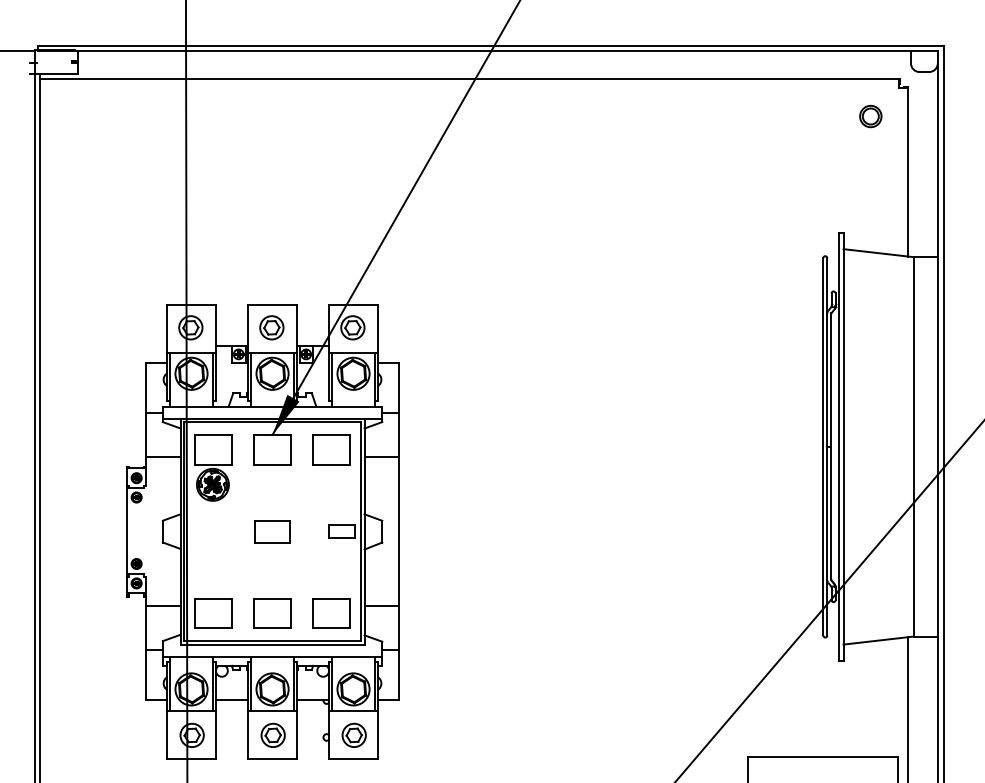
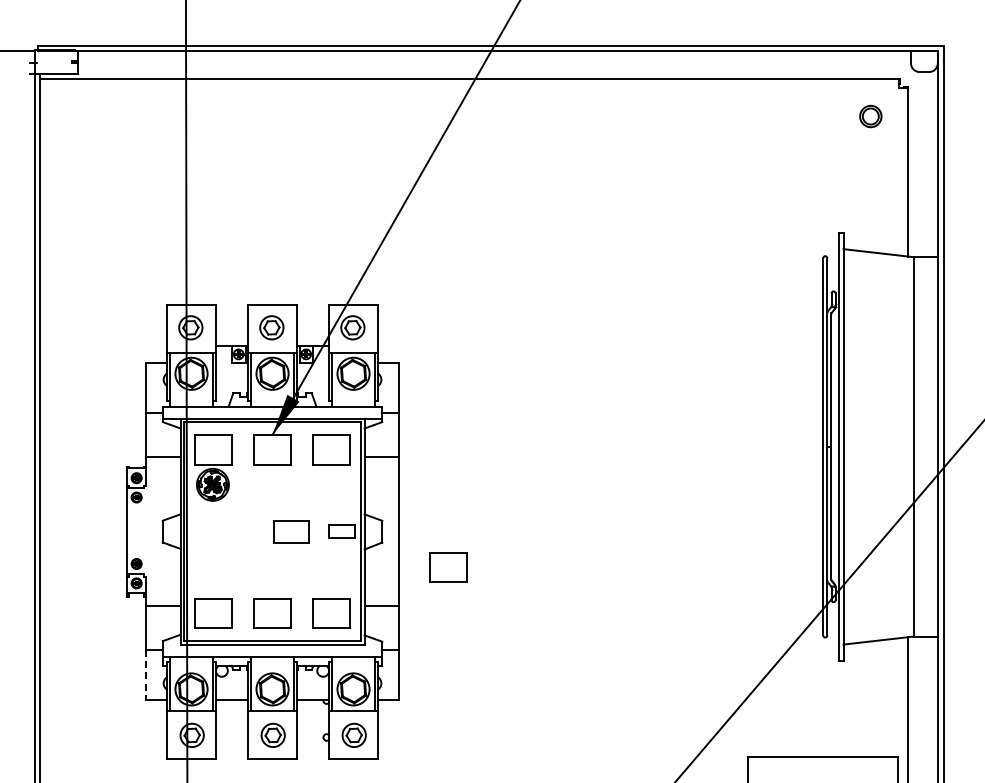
part at (272, 531) position: (272, 531) -> (291, 531)
part at (448, 567): none -> present
line at (145, 675): solid -> dashed
